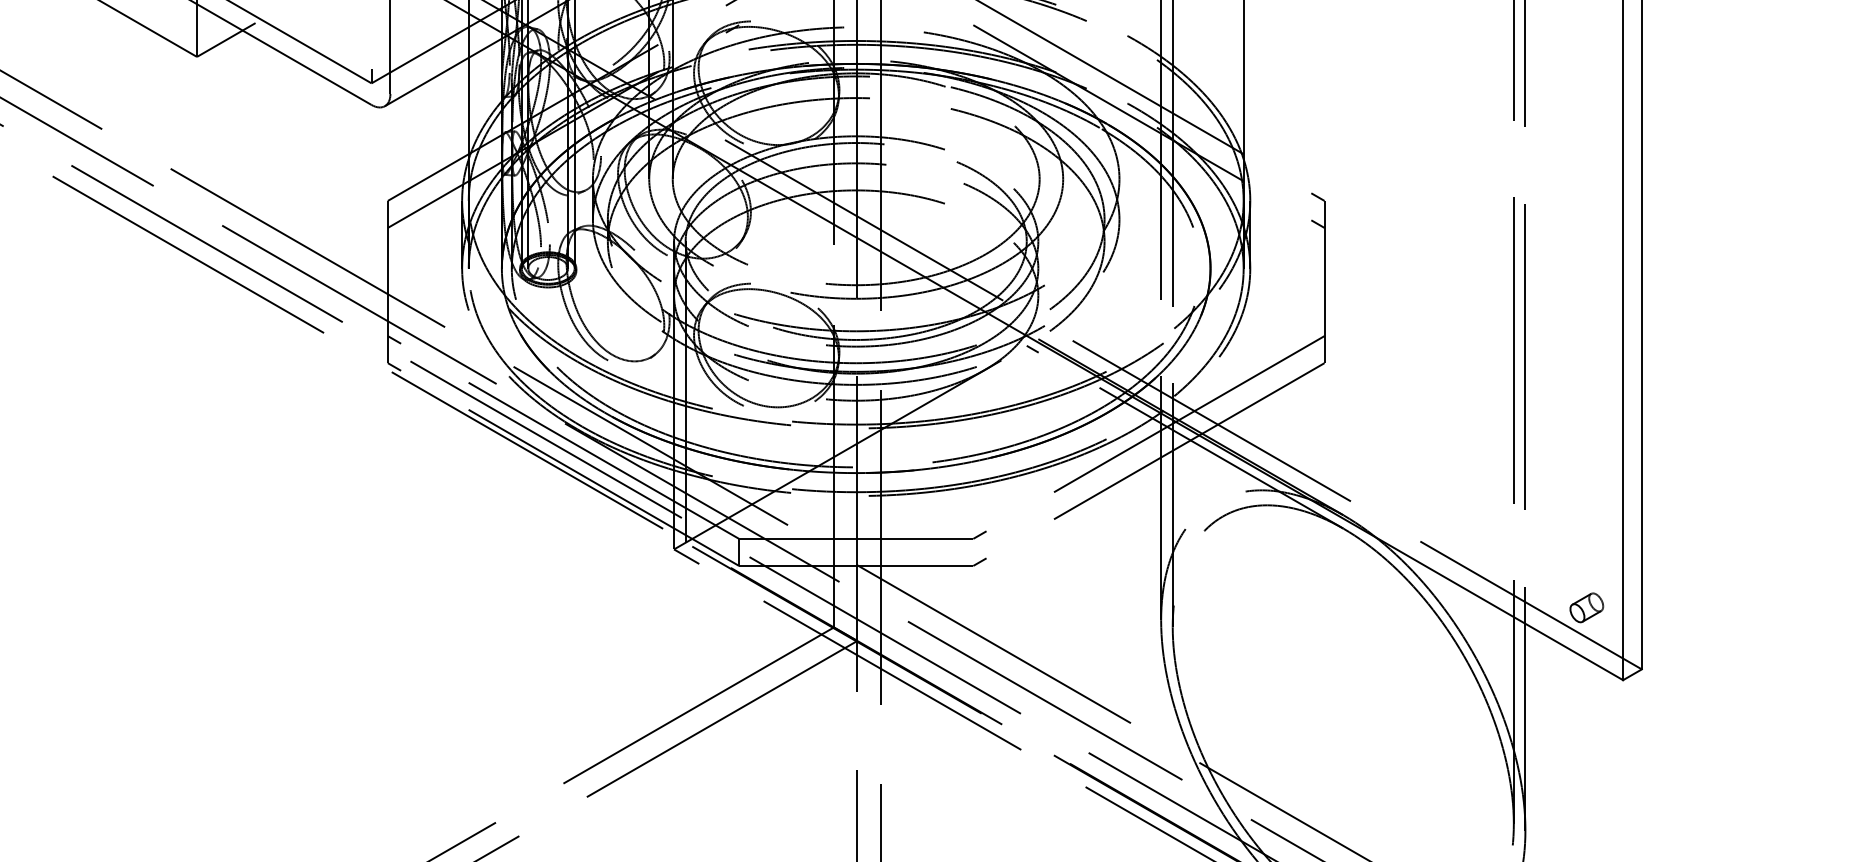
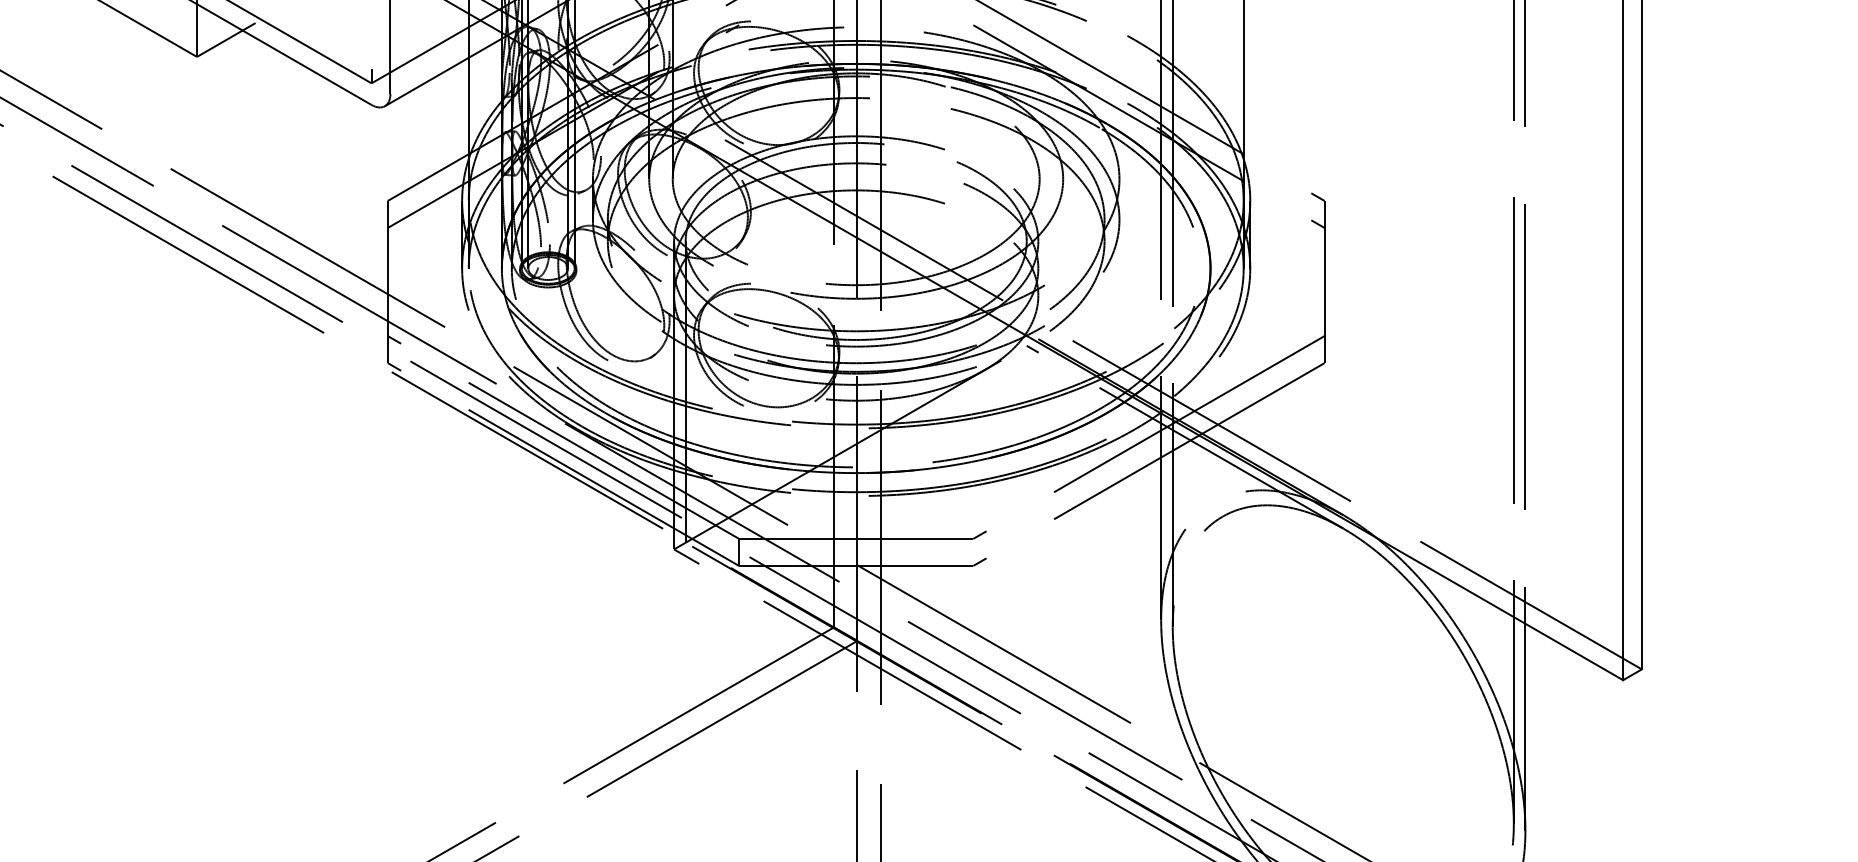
part at (1586, 607): present -> none
